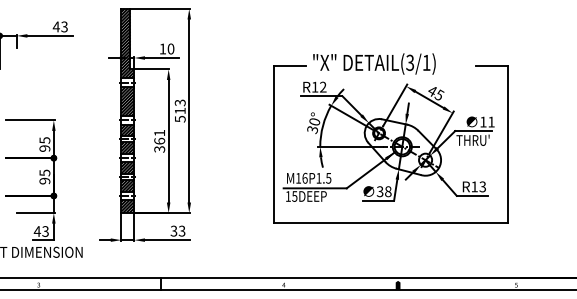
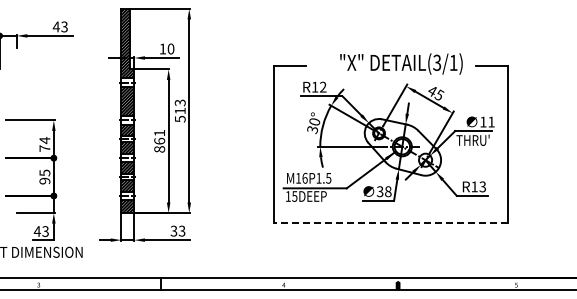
text at (374, 63) position: (374, 63) -> (401, 63)
text at (44, 143): 95 -> 74
text at (159, 149): 361 -> 861
line at (390, 223): solid -> dashed
